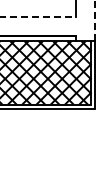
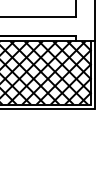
line at (38, 16): dashed -> solid
line at (95, 20): dashed -> solid
